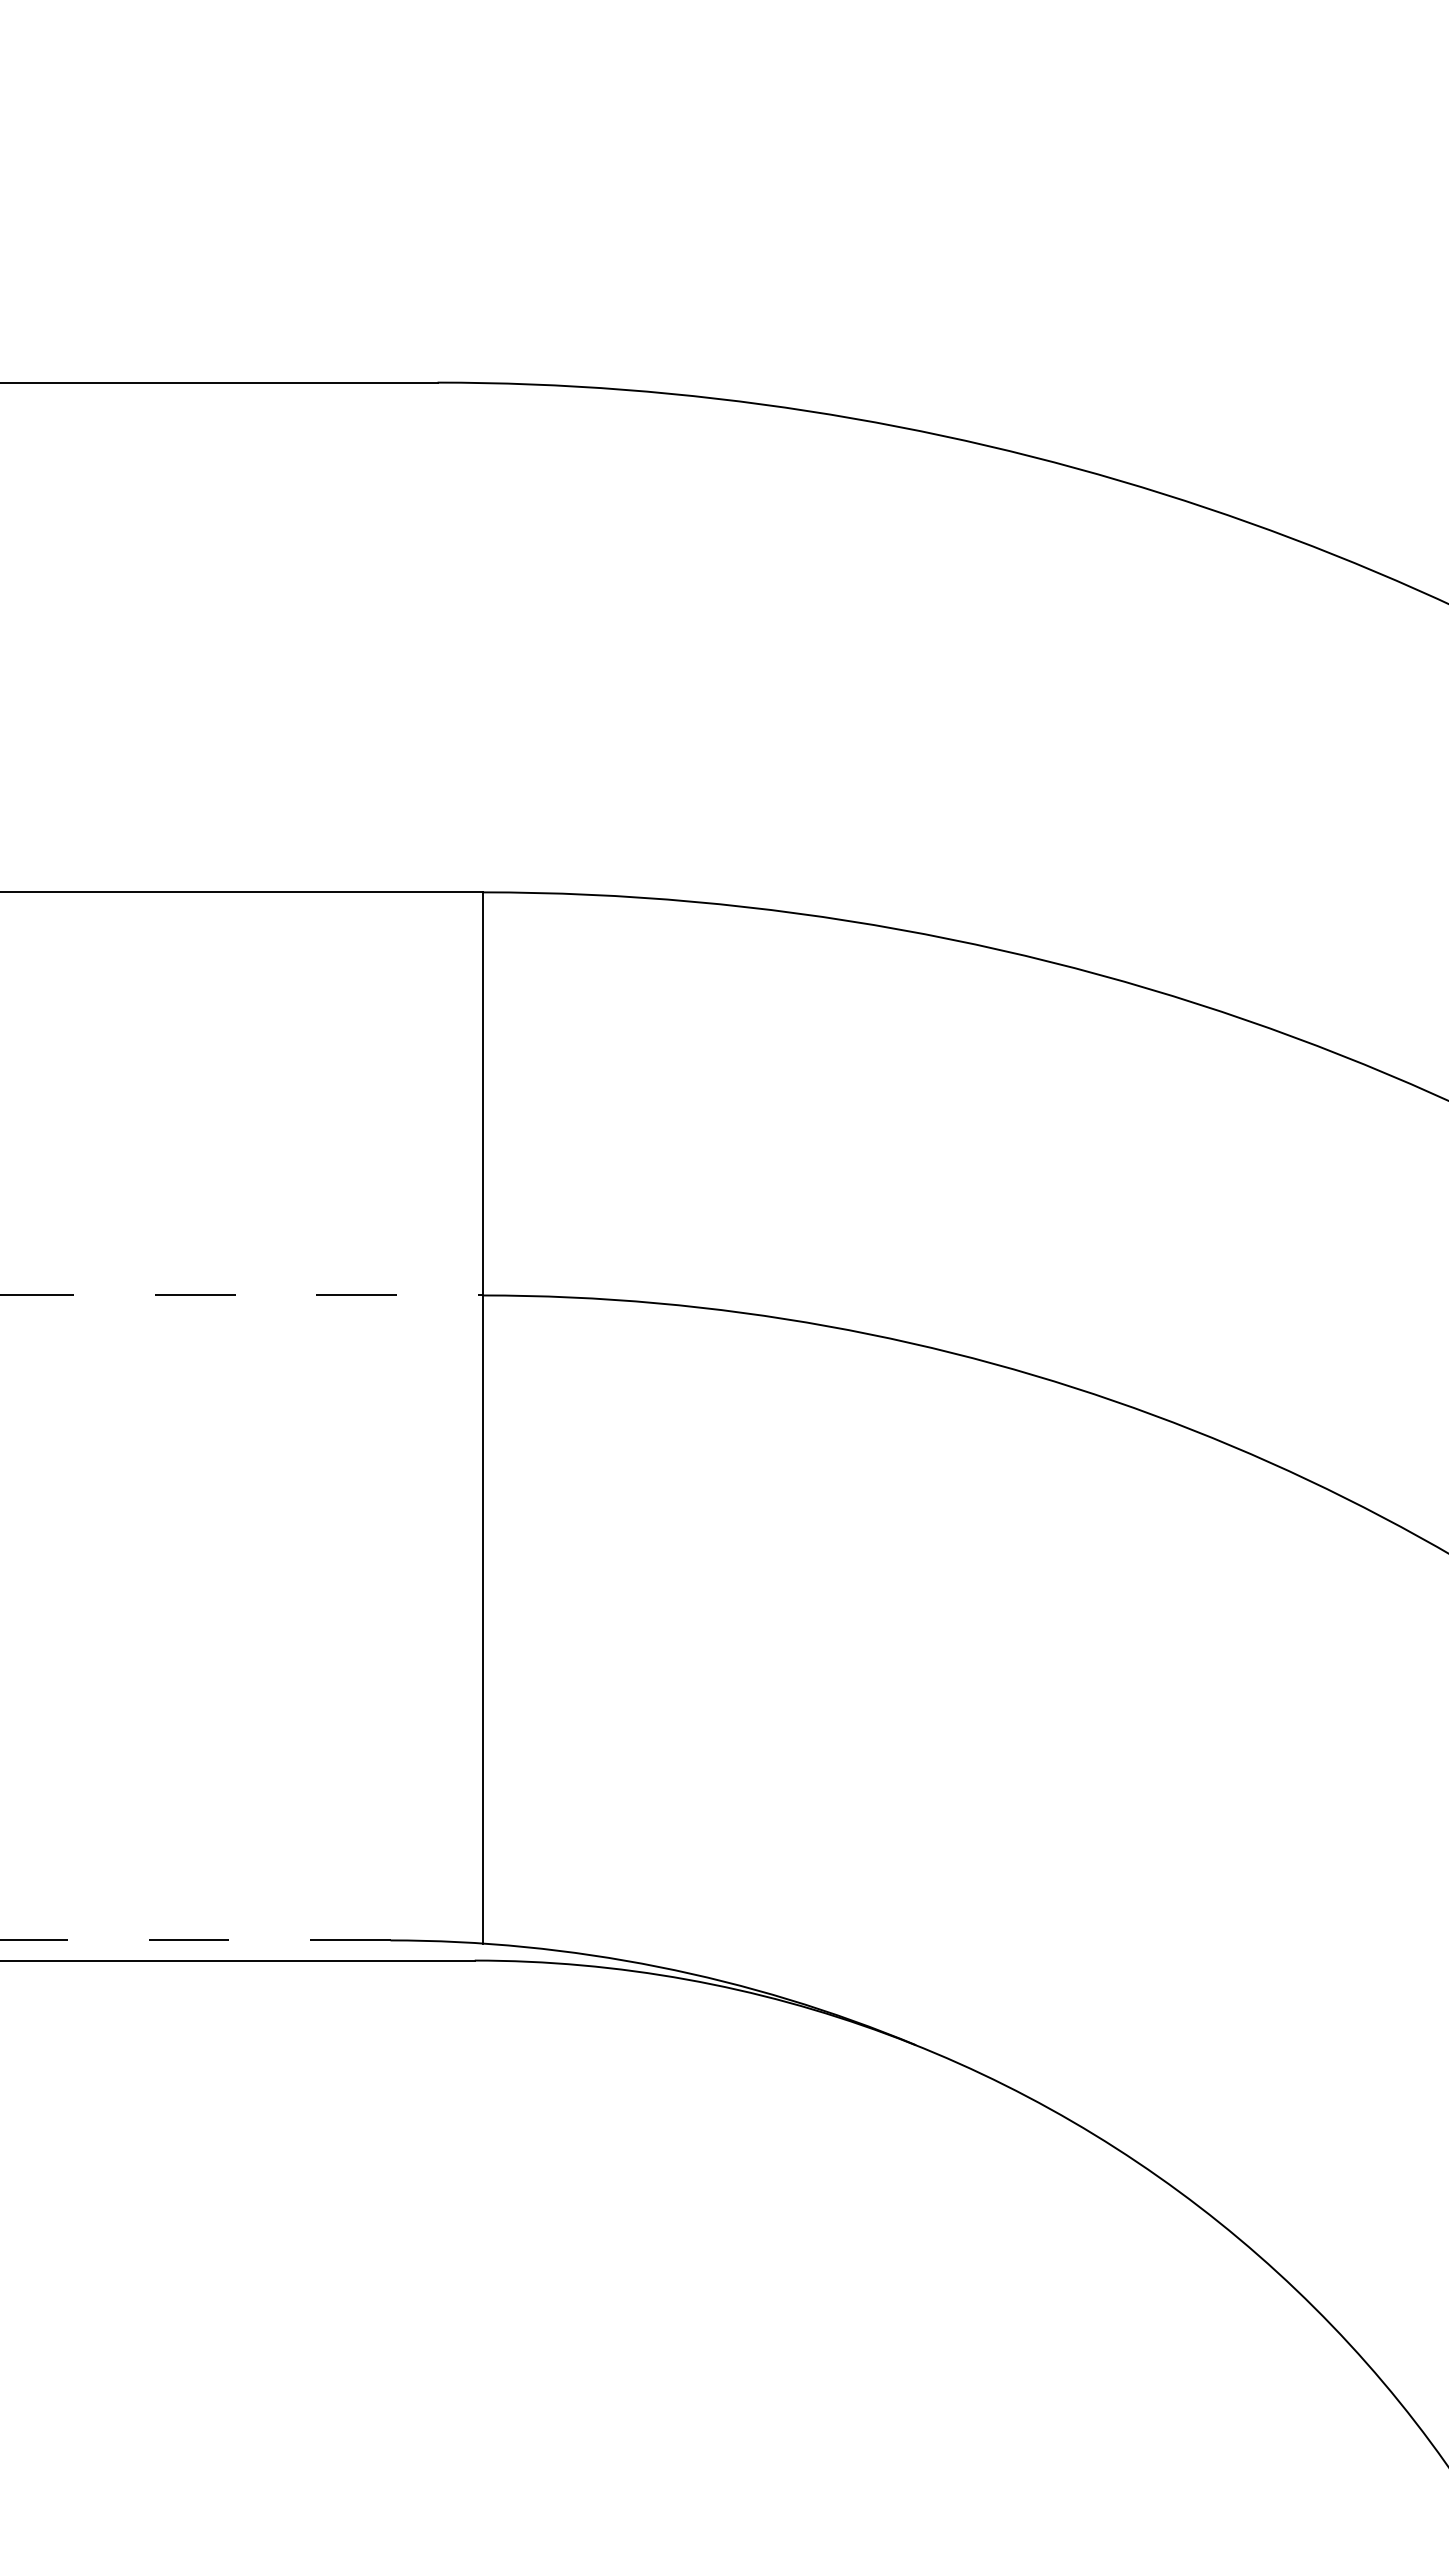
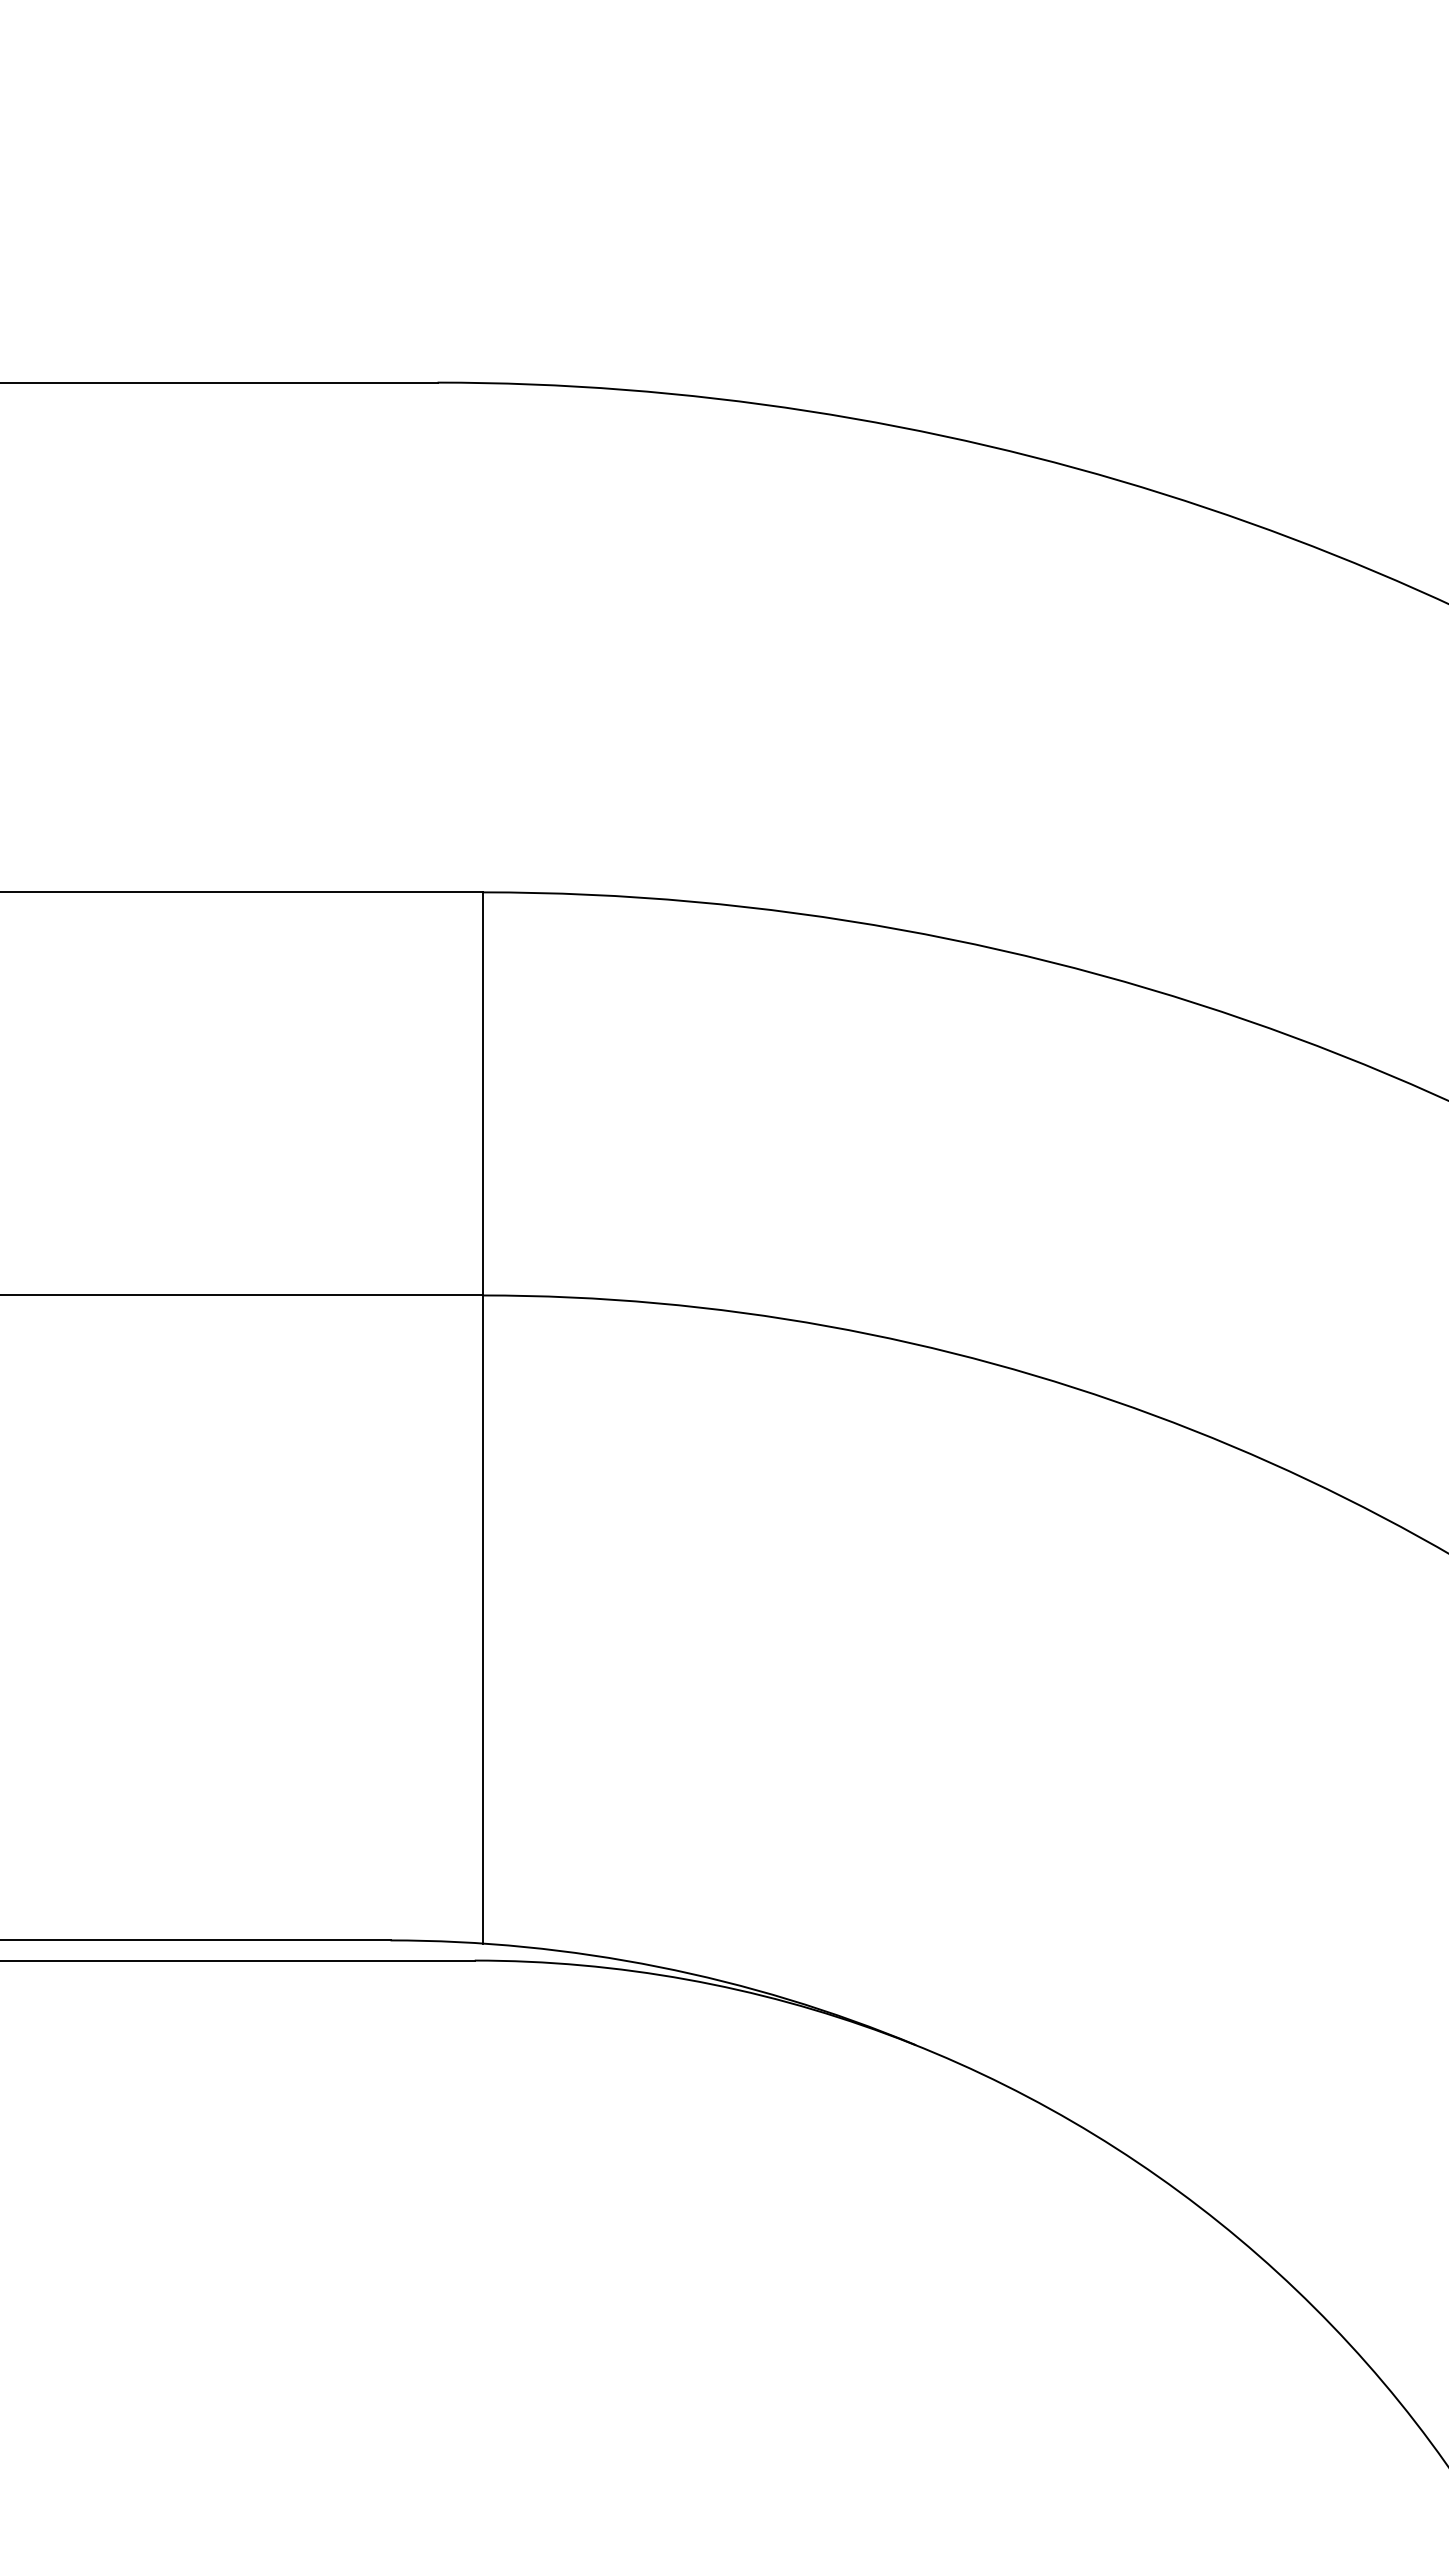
line at (242, 1295): dashed -> solid
line at (194, 1940): dashed -> solid
